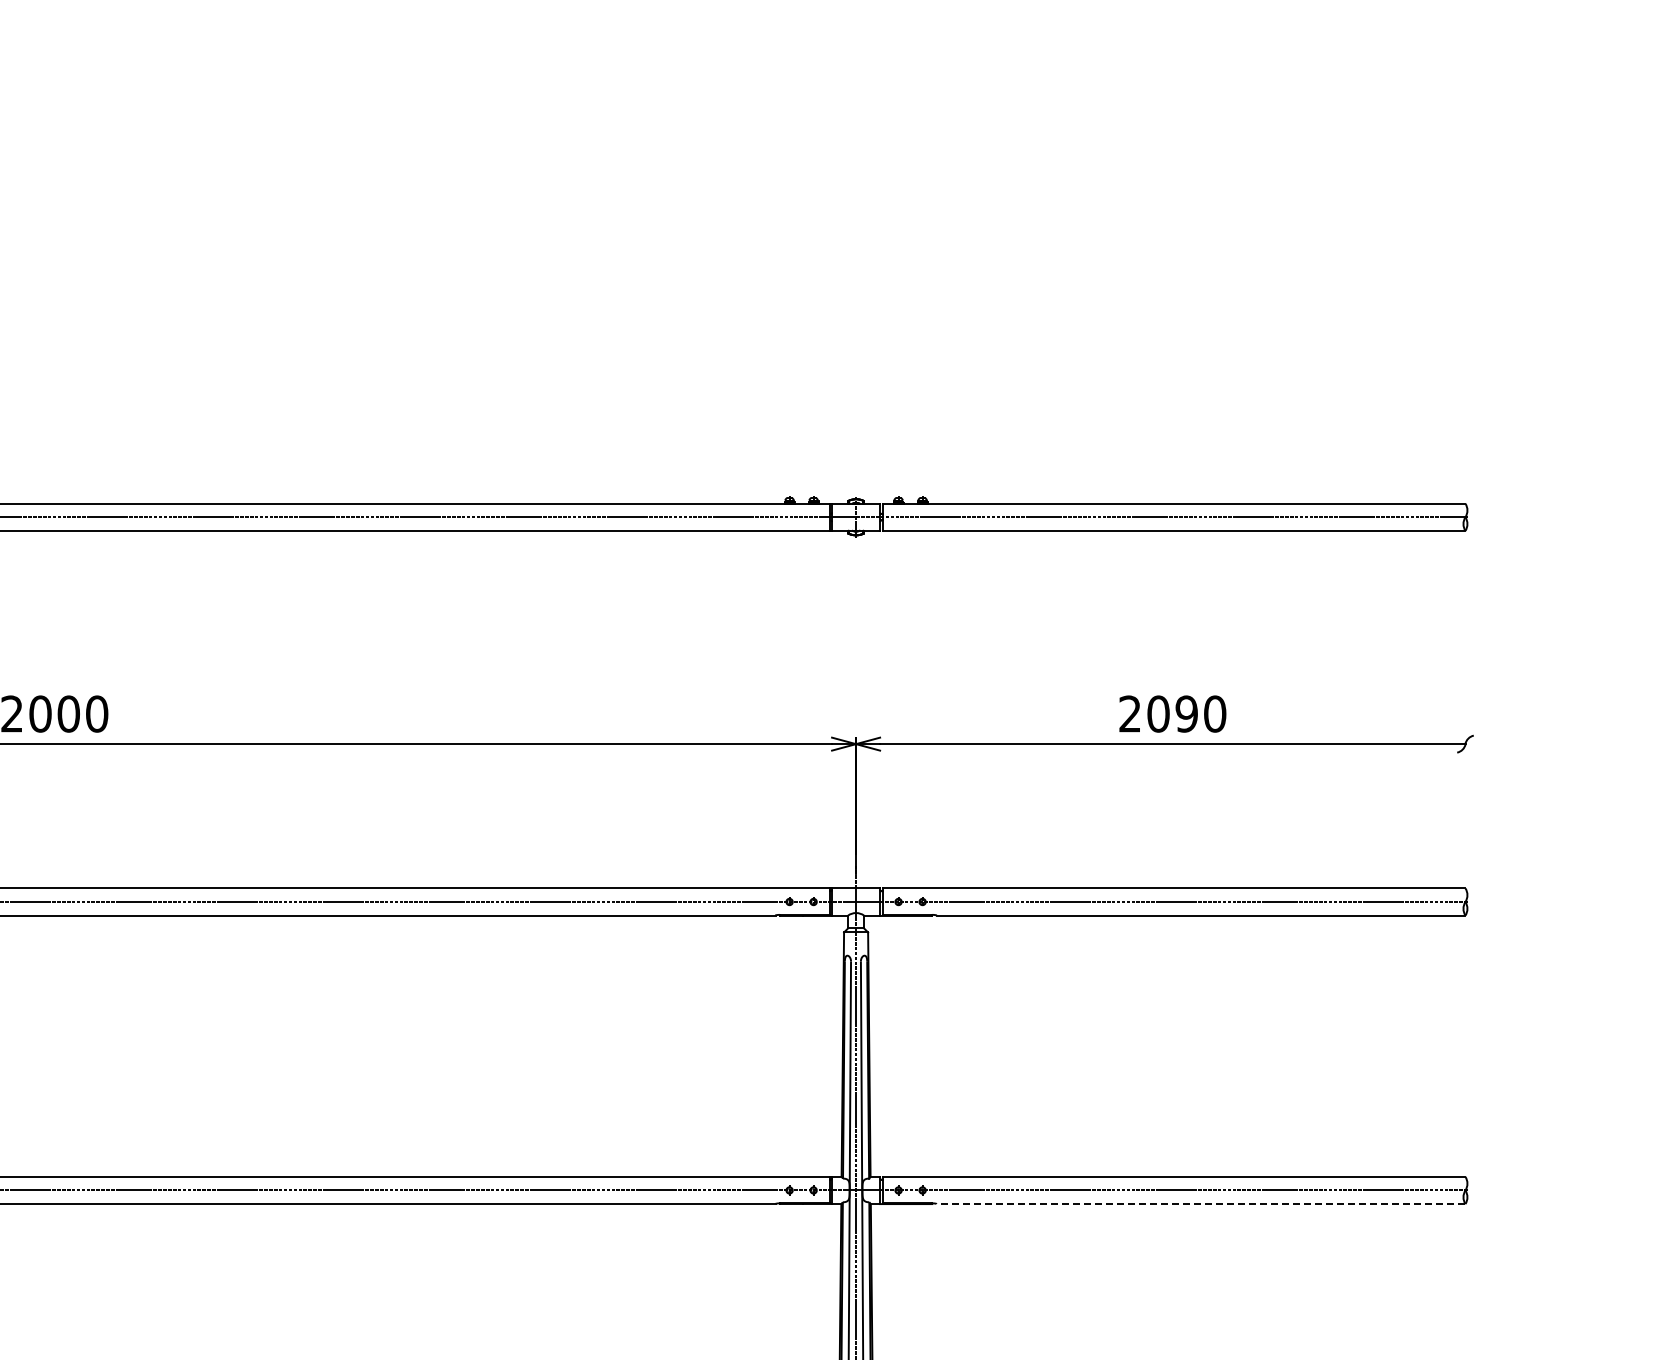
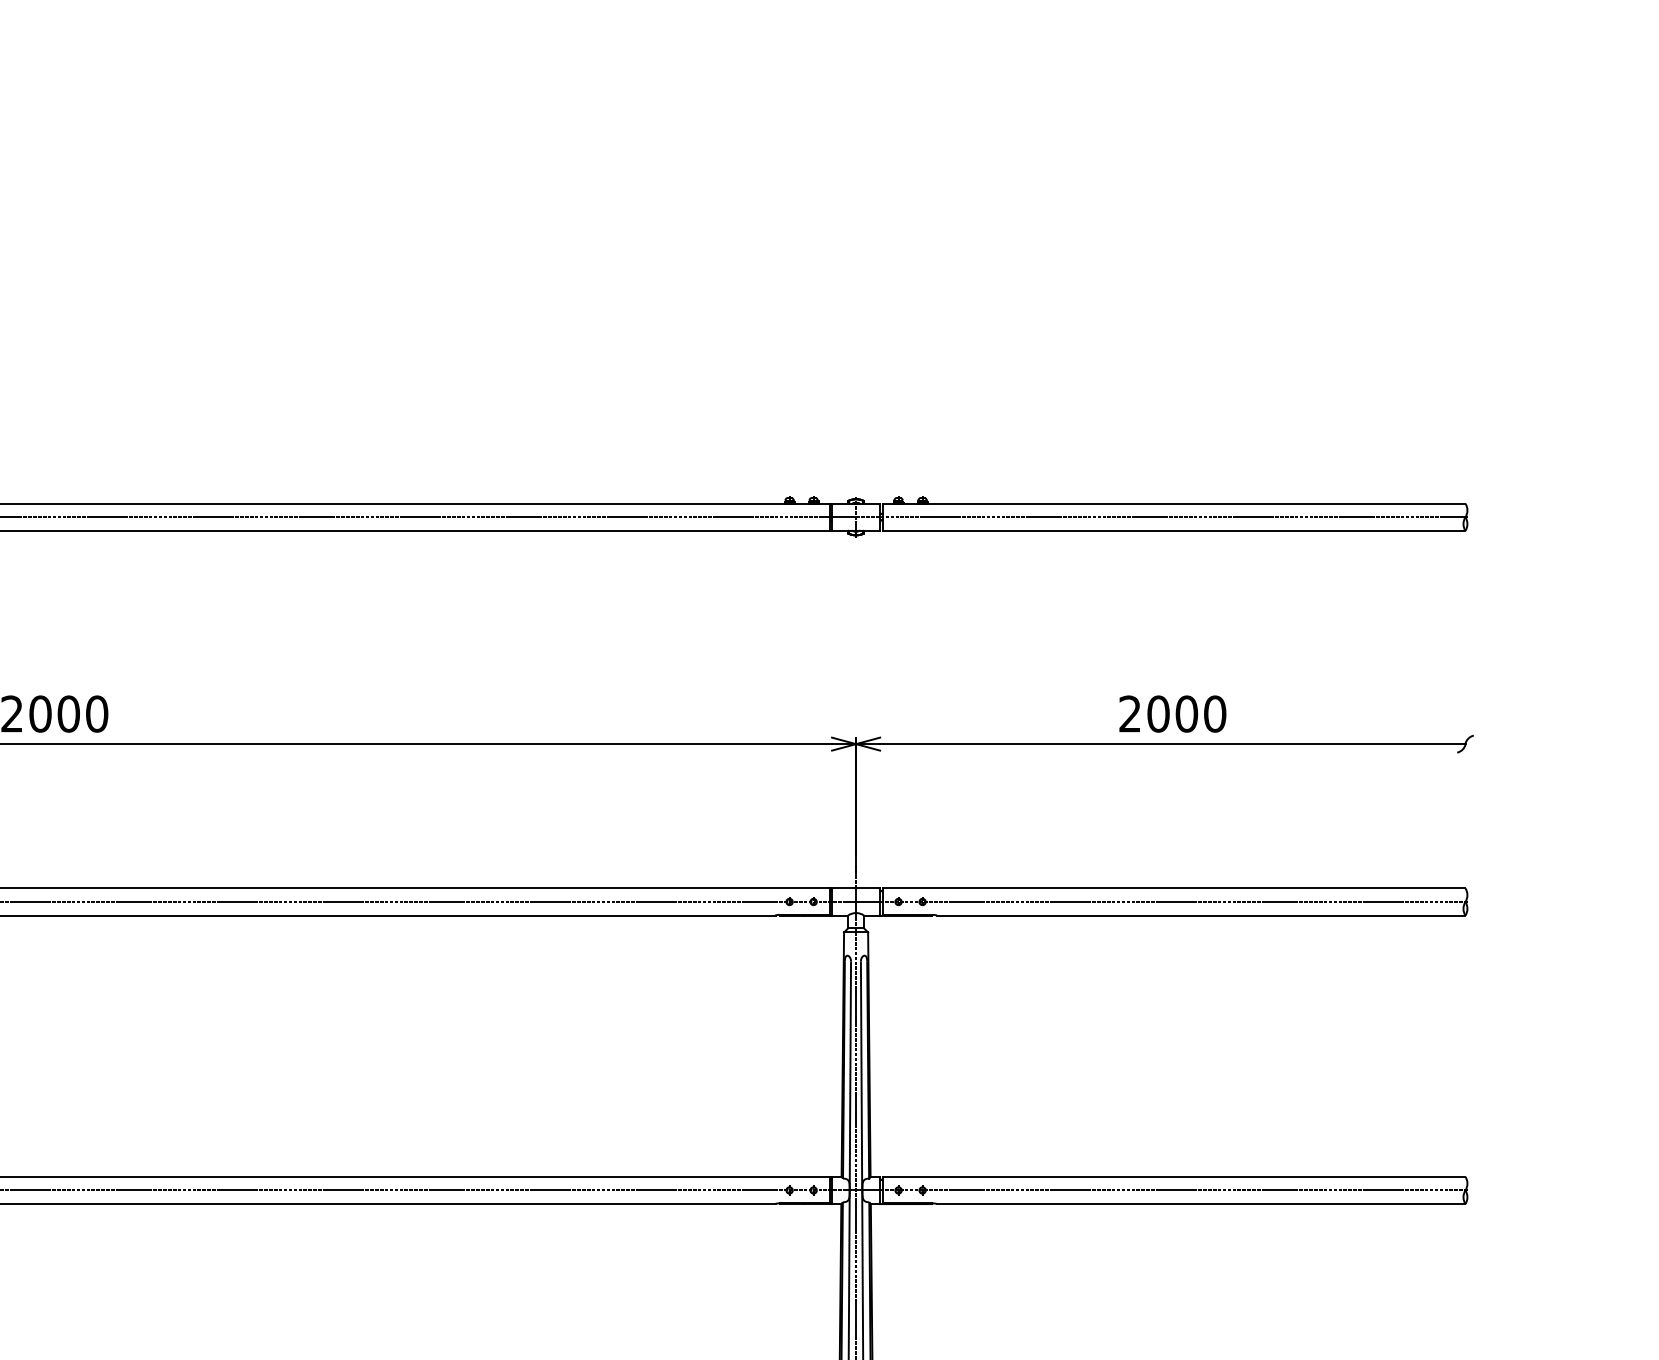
text at (1186, 713): 2090 -> 2000
line at (1200, 1204): dashed -> solid
